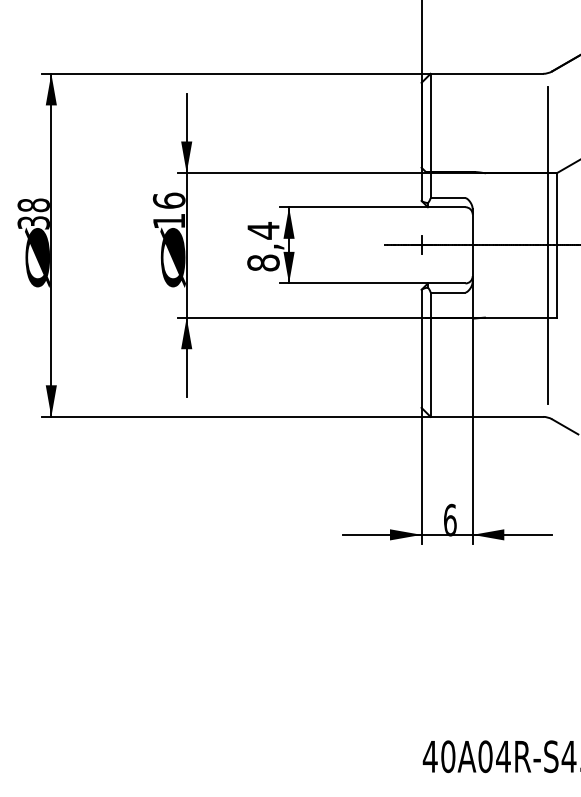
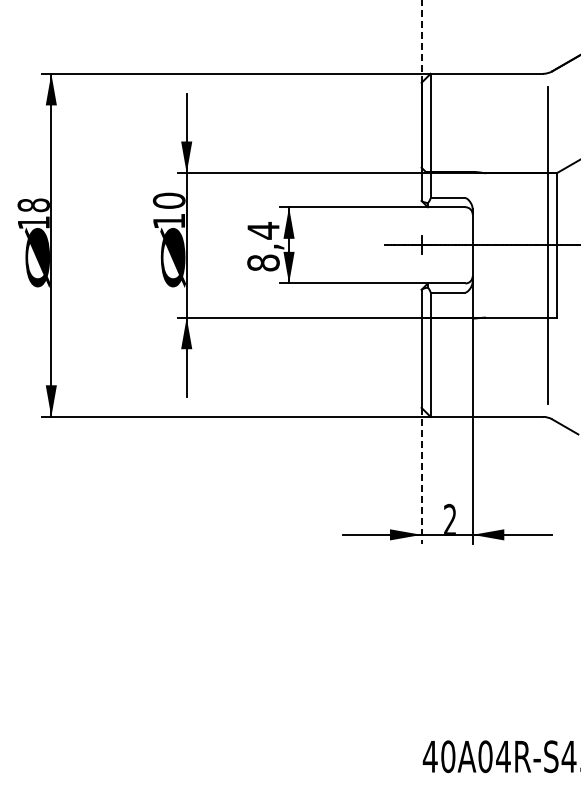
line at (421, 41): solid -> dashed
text at (168, 200): 16 -> 10
text at (33, 222): 38 -> 18
line at (421, 476): solid -> dashed
text at (450, 519): 6 -> 2
